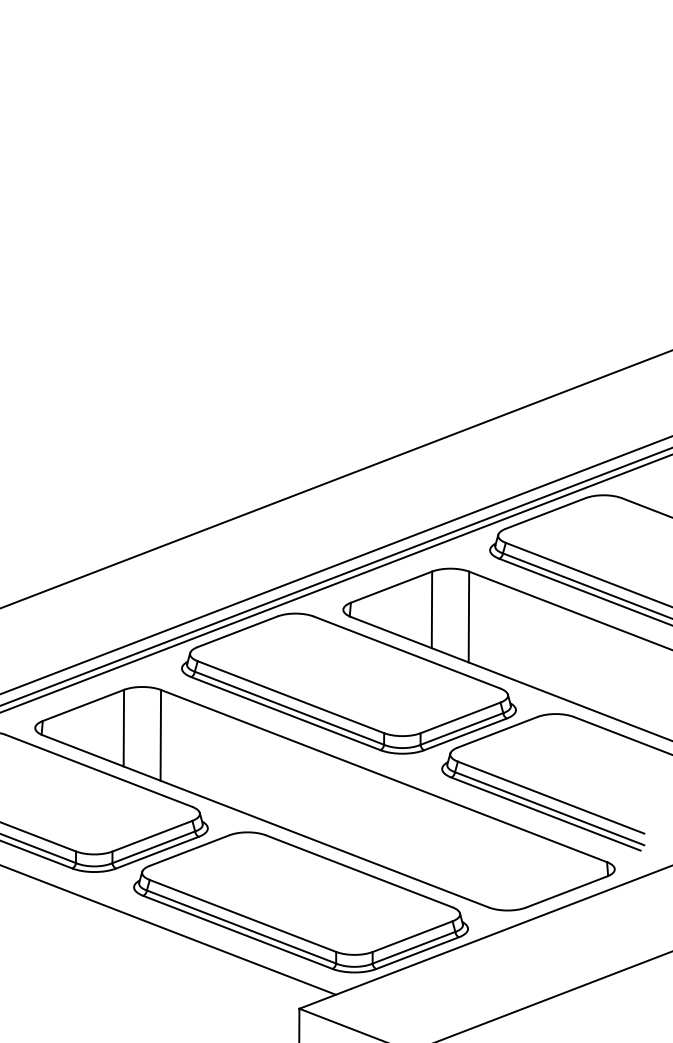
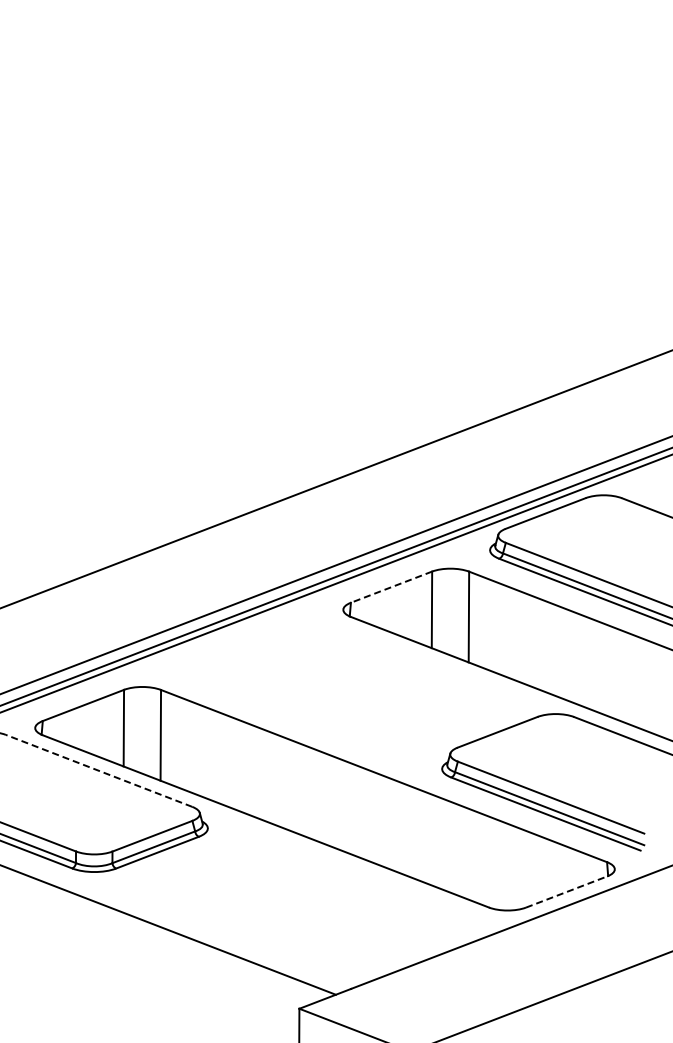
line at (391, 587): solid -> dashed
part at (348, 683): present -> none
line at (99, 770): solid -> dashed
line at (566, 892): solid -> dashed
part at (300, 902): present -> none
